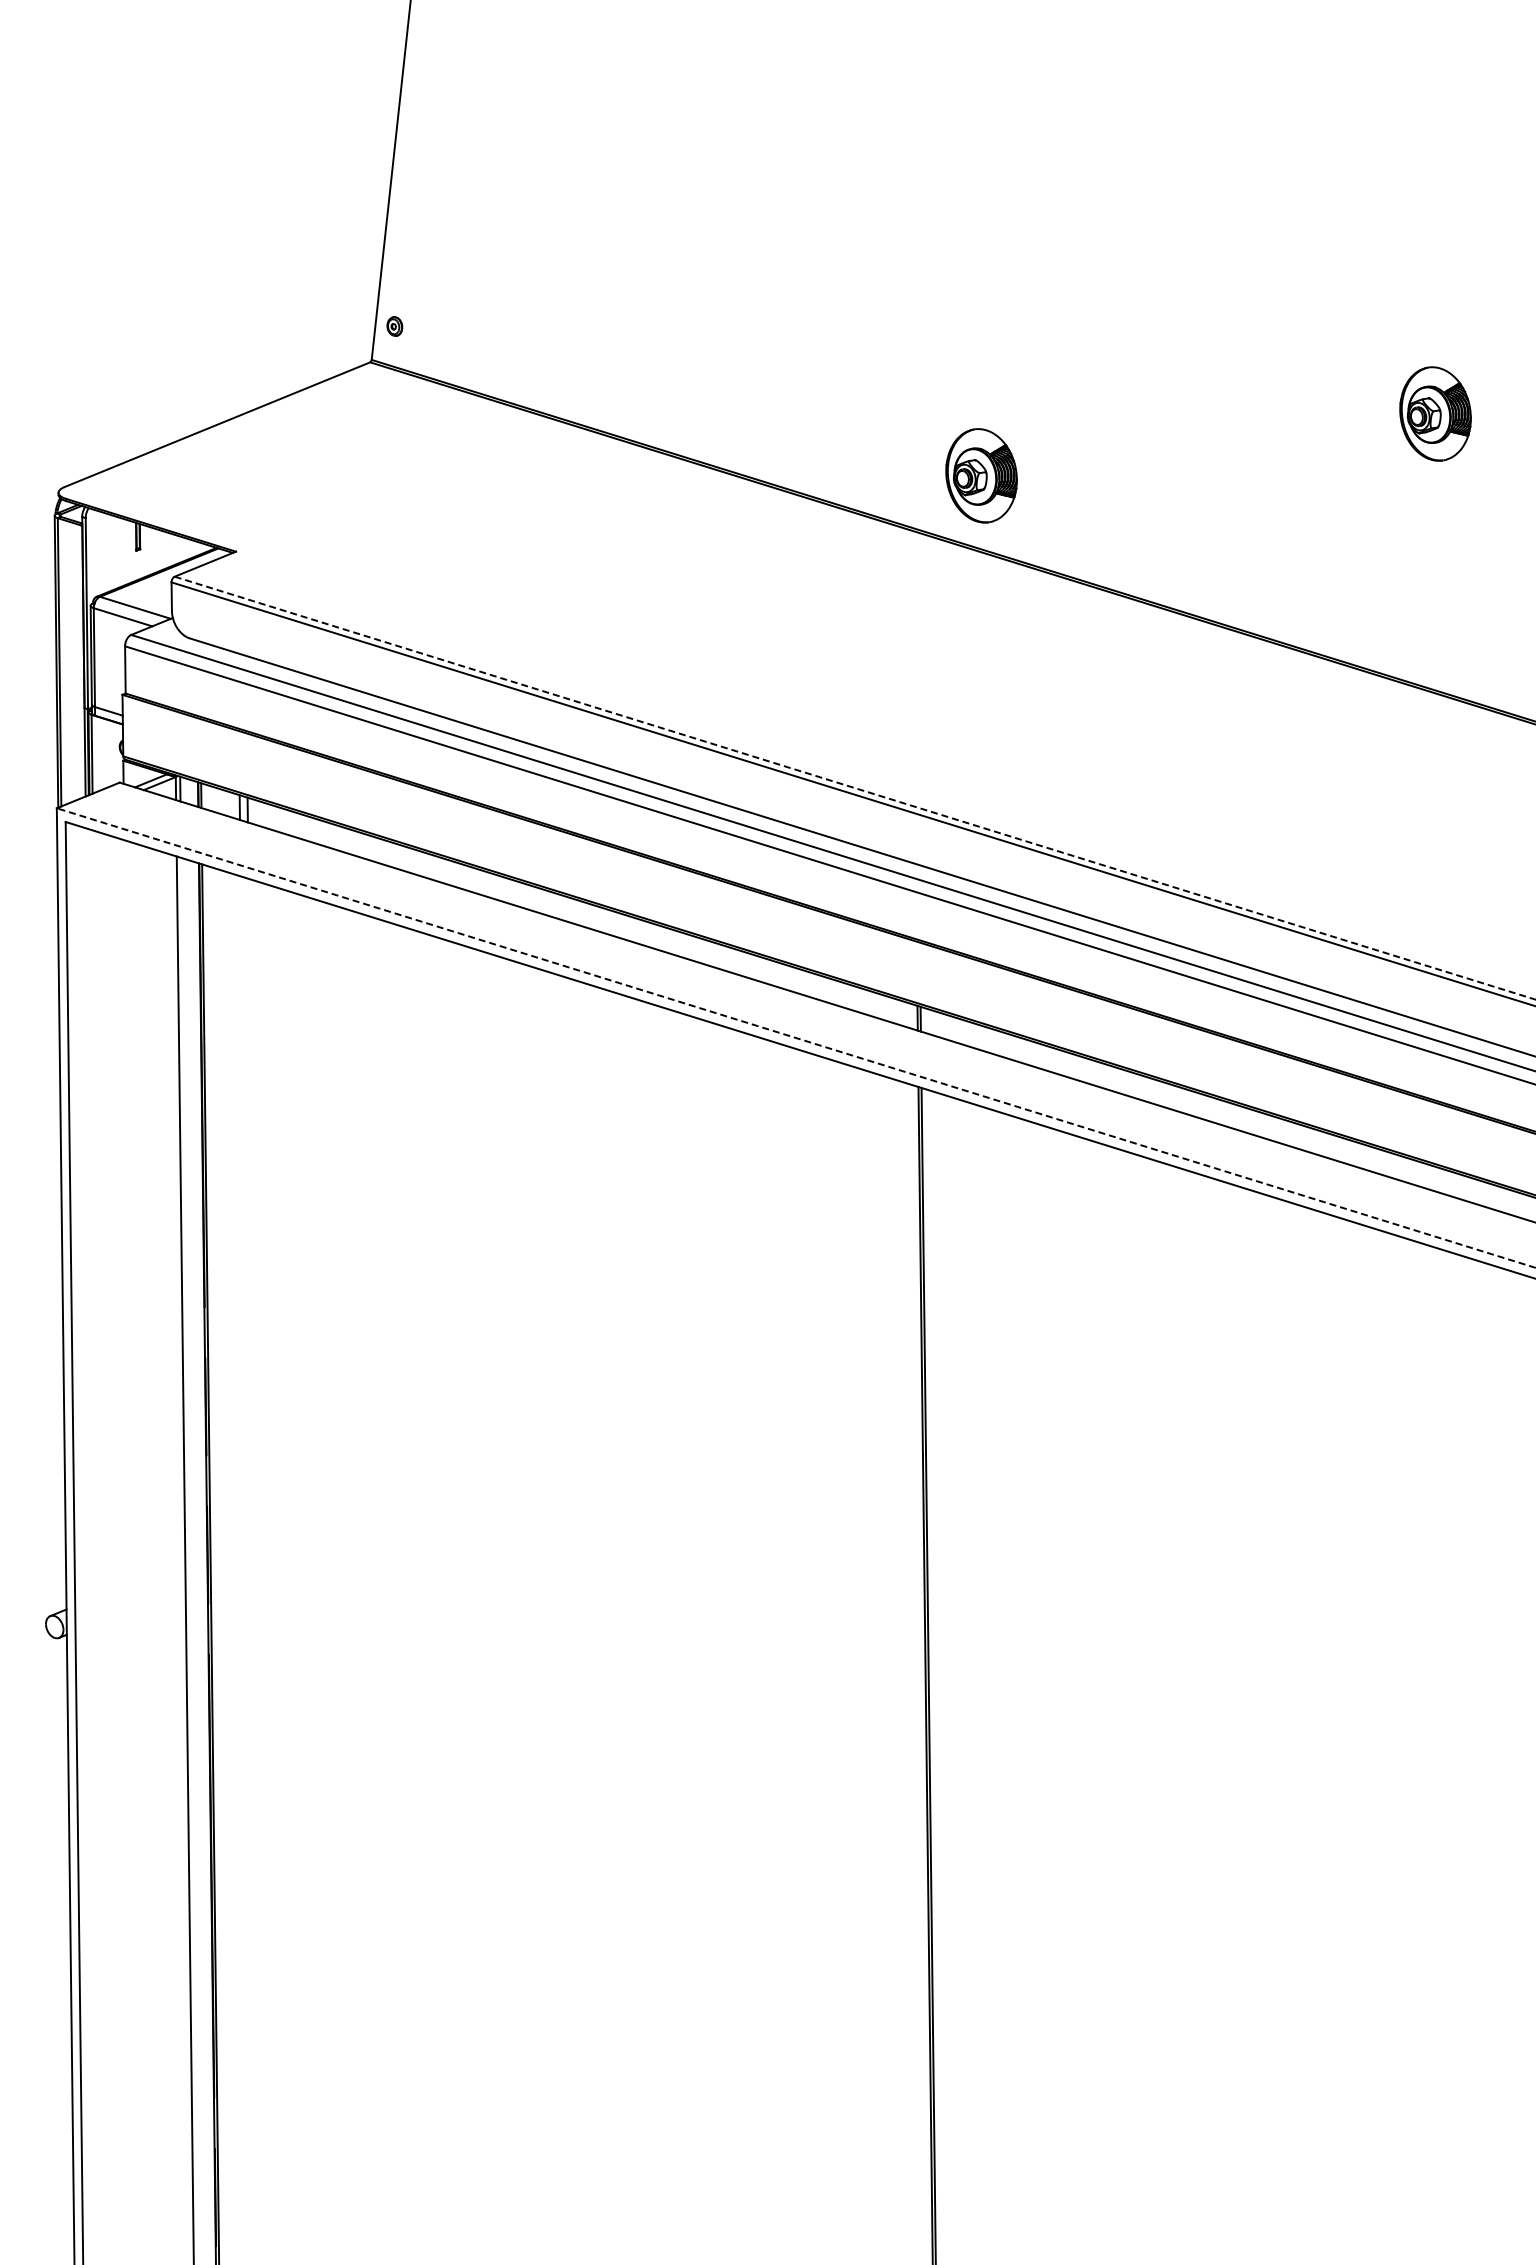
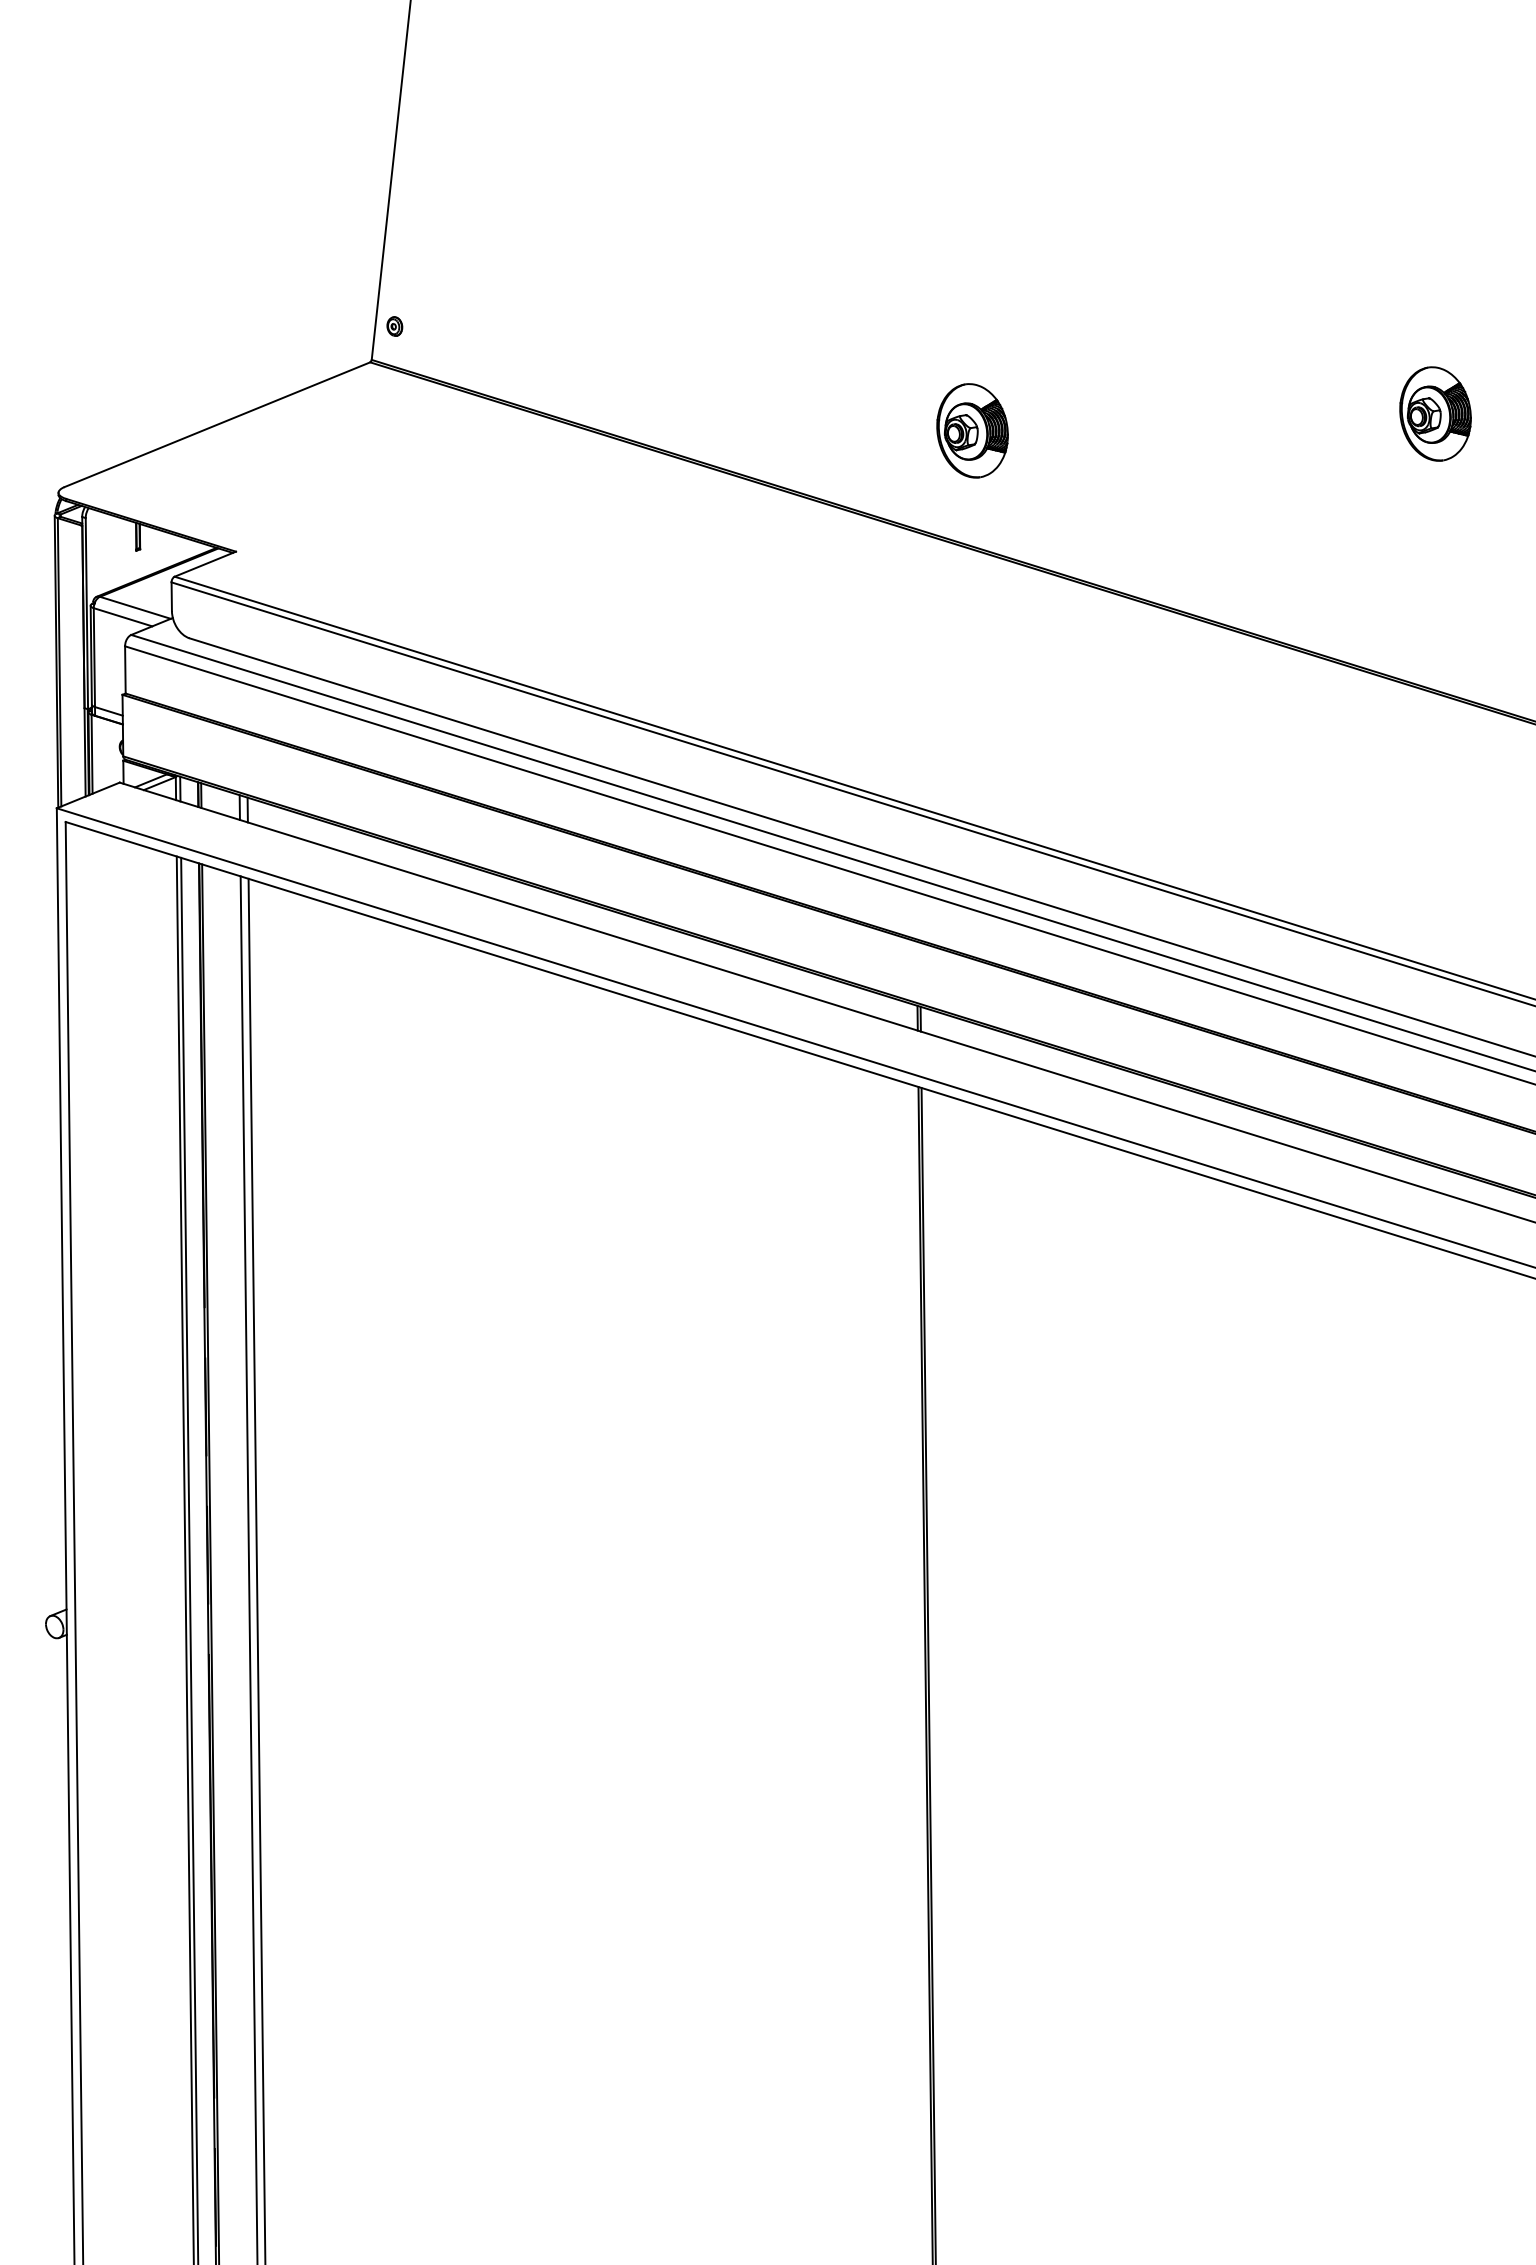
part at (981, 475) position: (981, 475) -> (972, 430)
line at (855, 788): dashed -> solid
line at (795, 1037): dashed -> solid
line at (189, 1559): none -> present
line at (248, 1568): none -> present
line at (256, 1569): none -> present
